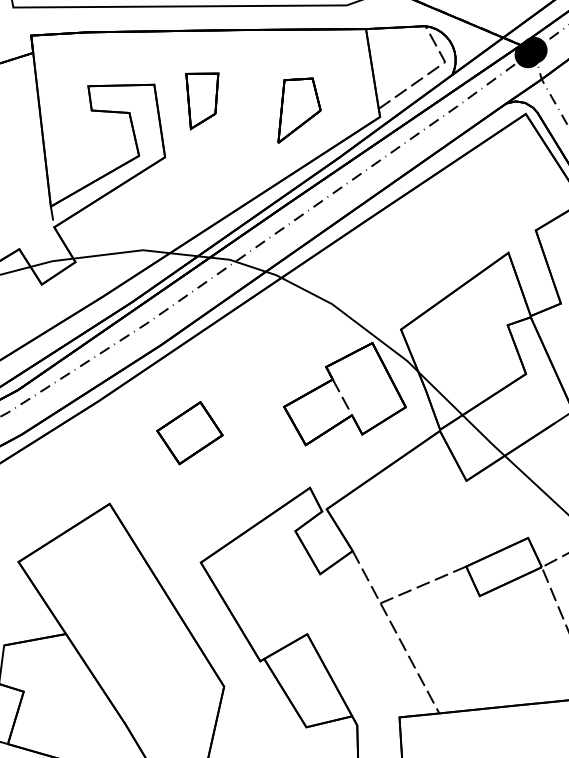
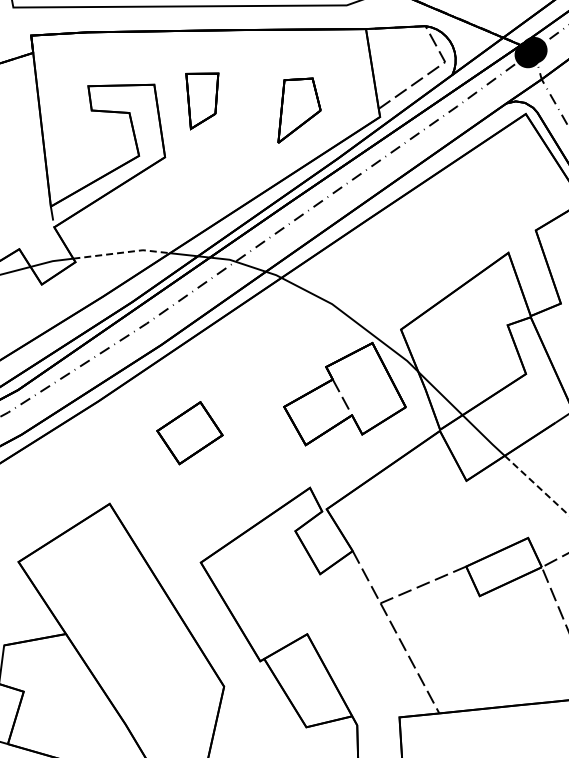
line at (122, 252): solid -> dashed
line at (536, 485): solid -> dashed
